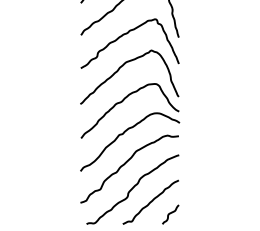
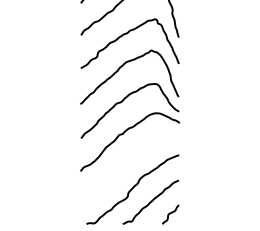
curve at (125, 164): present -> none
